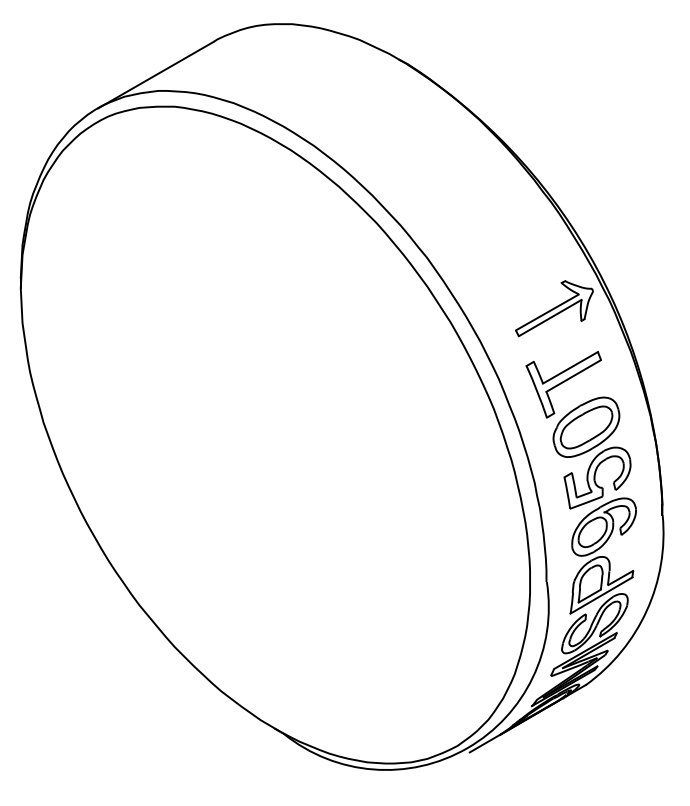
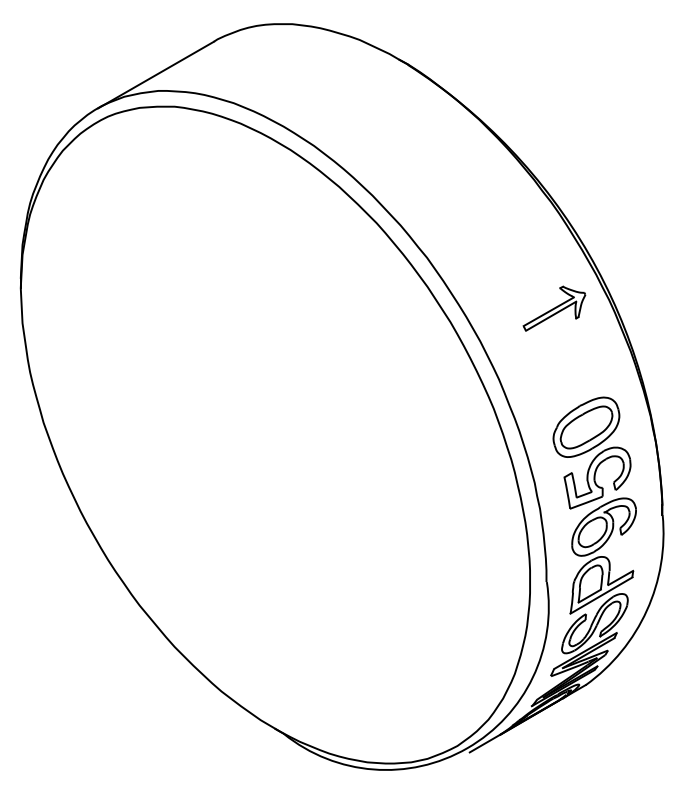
part at (554, 308) size: 79x58 px -> 65x47 px
part at (563, 384): present -> none
